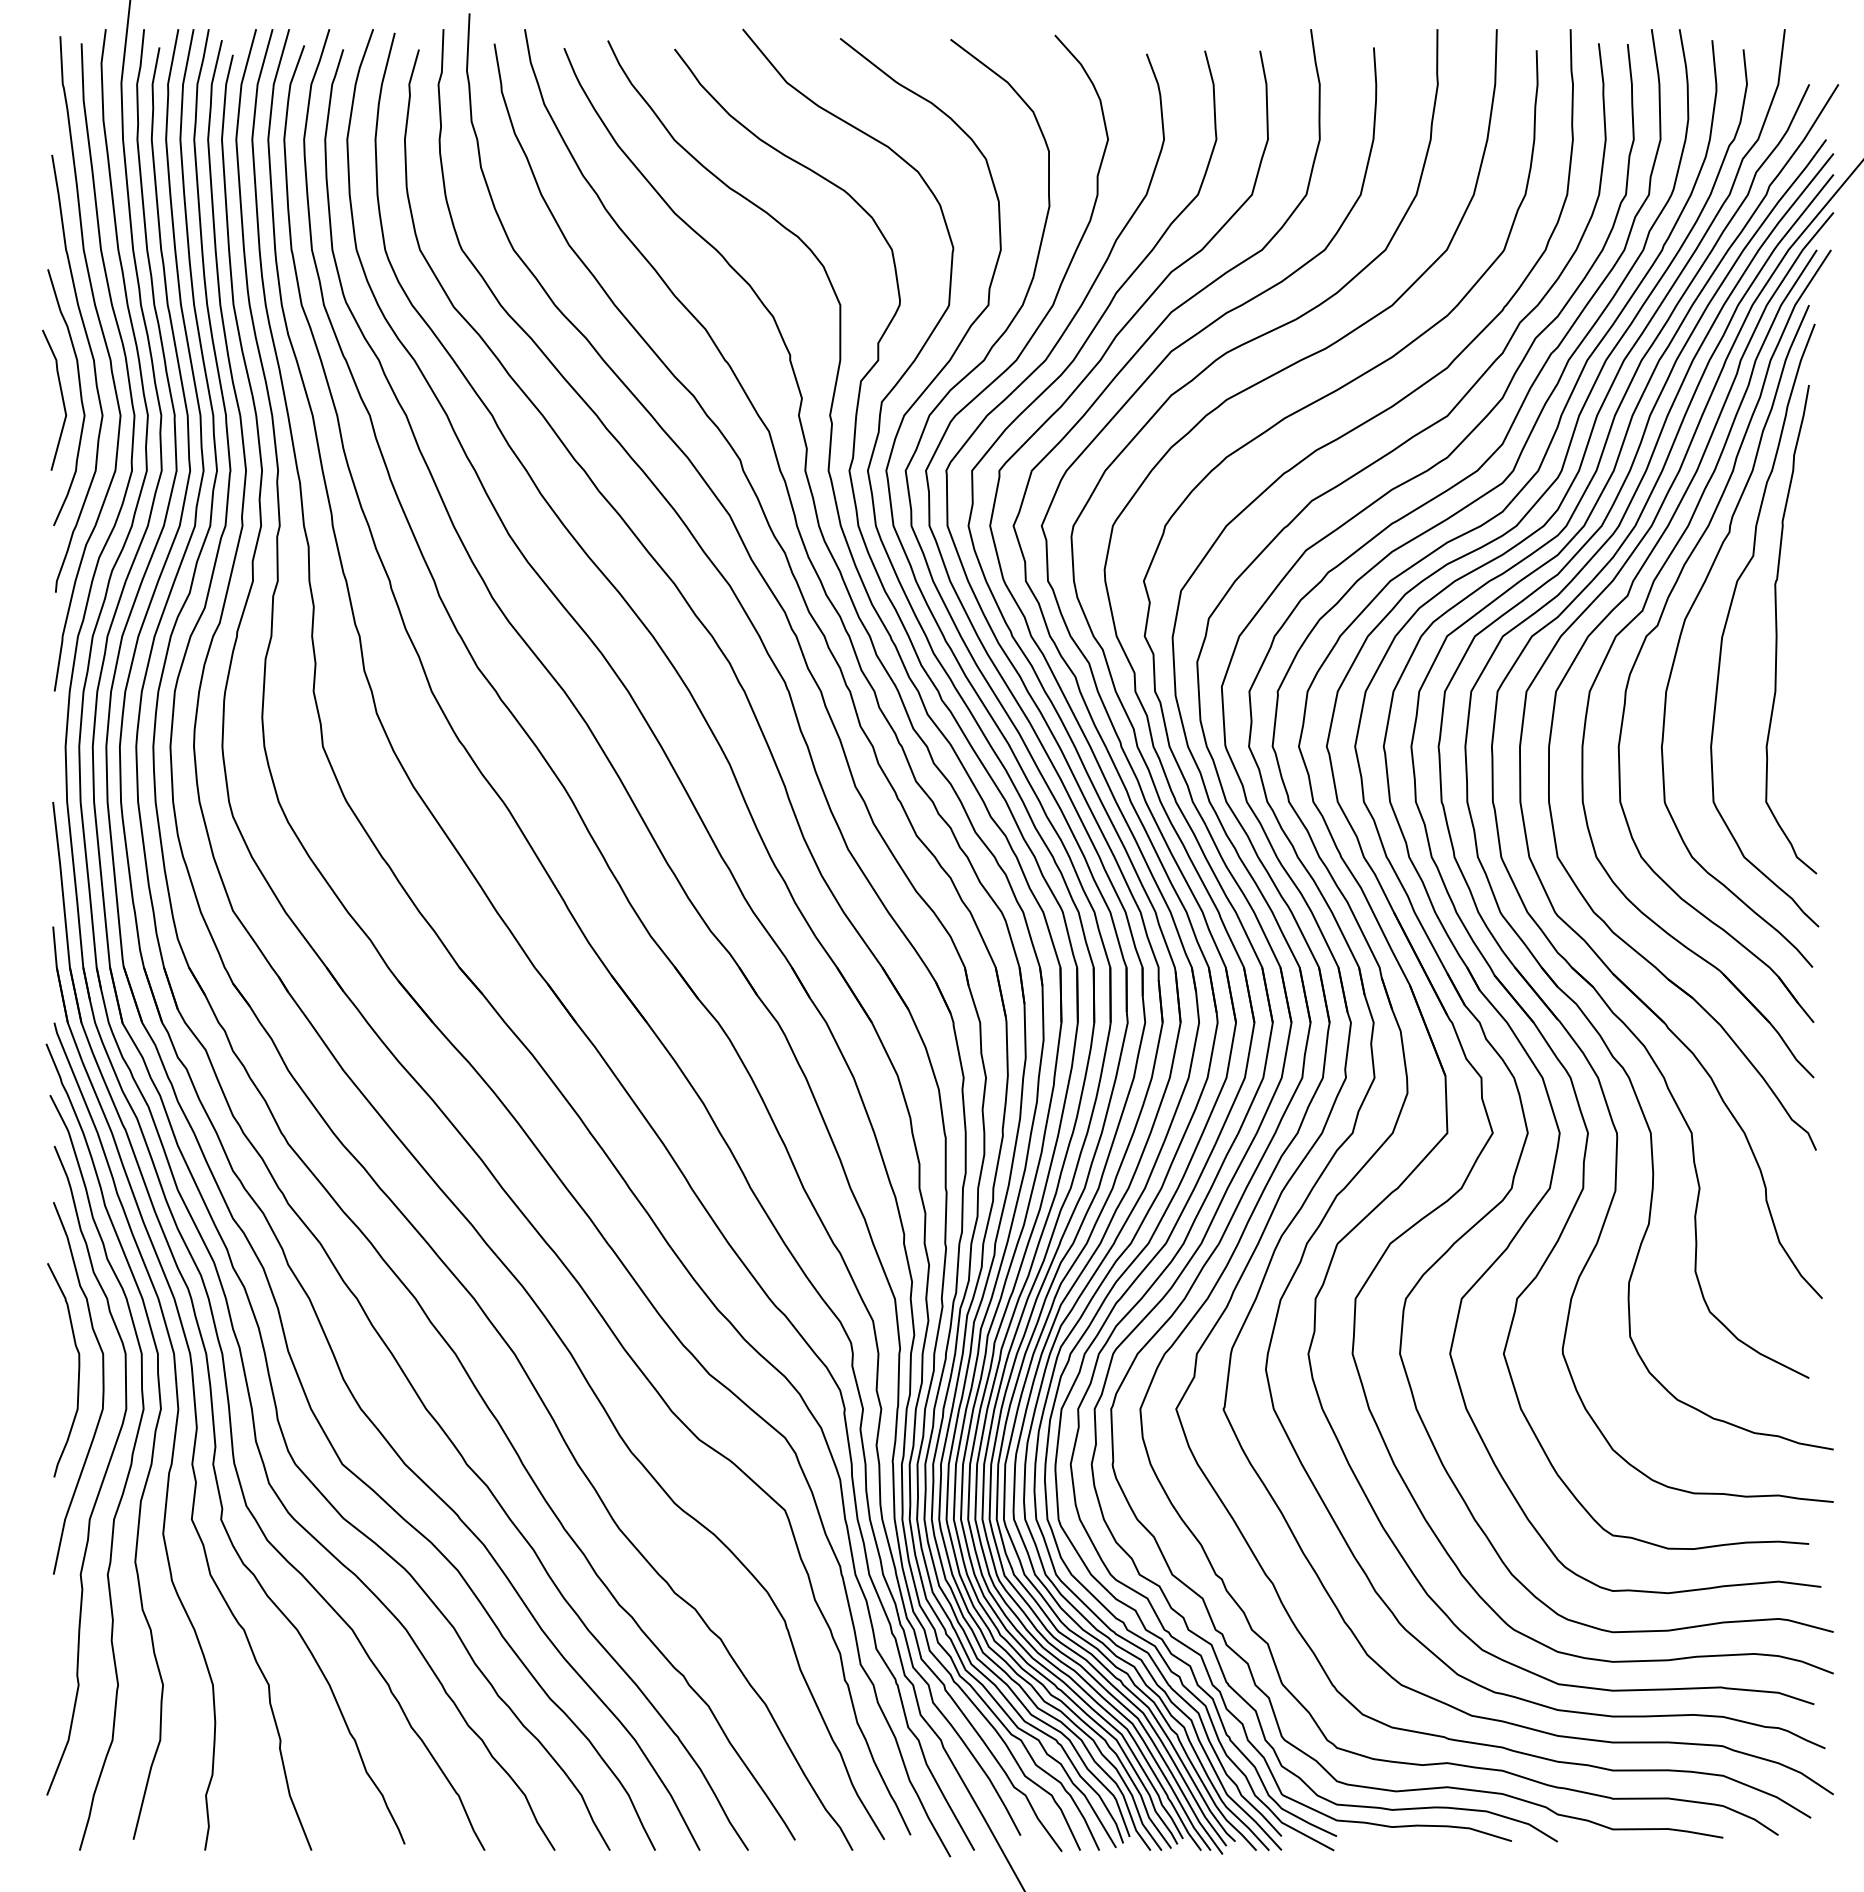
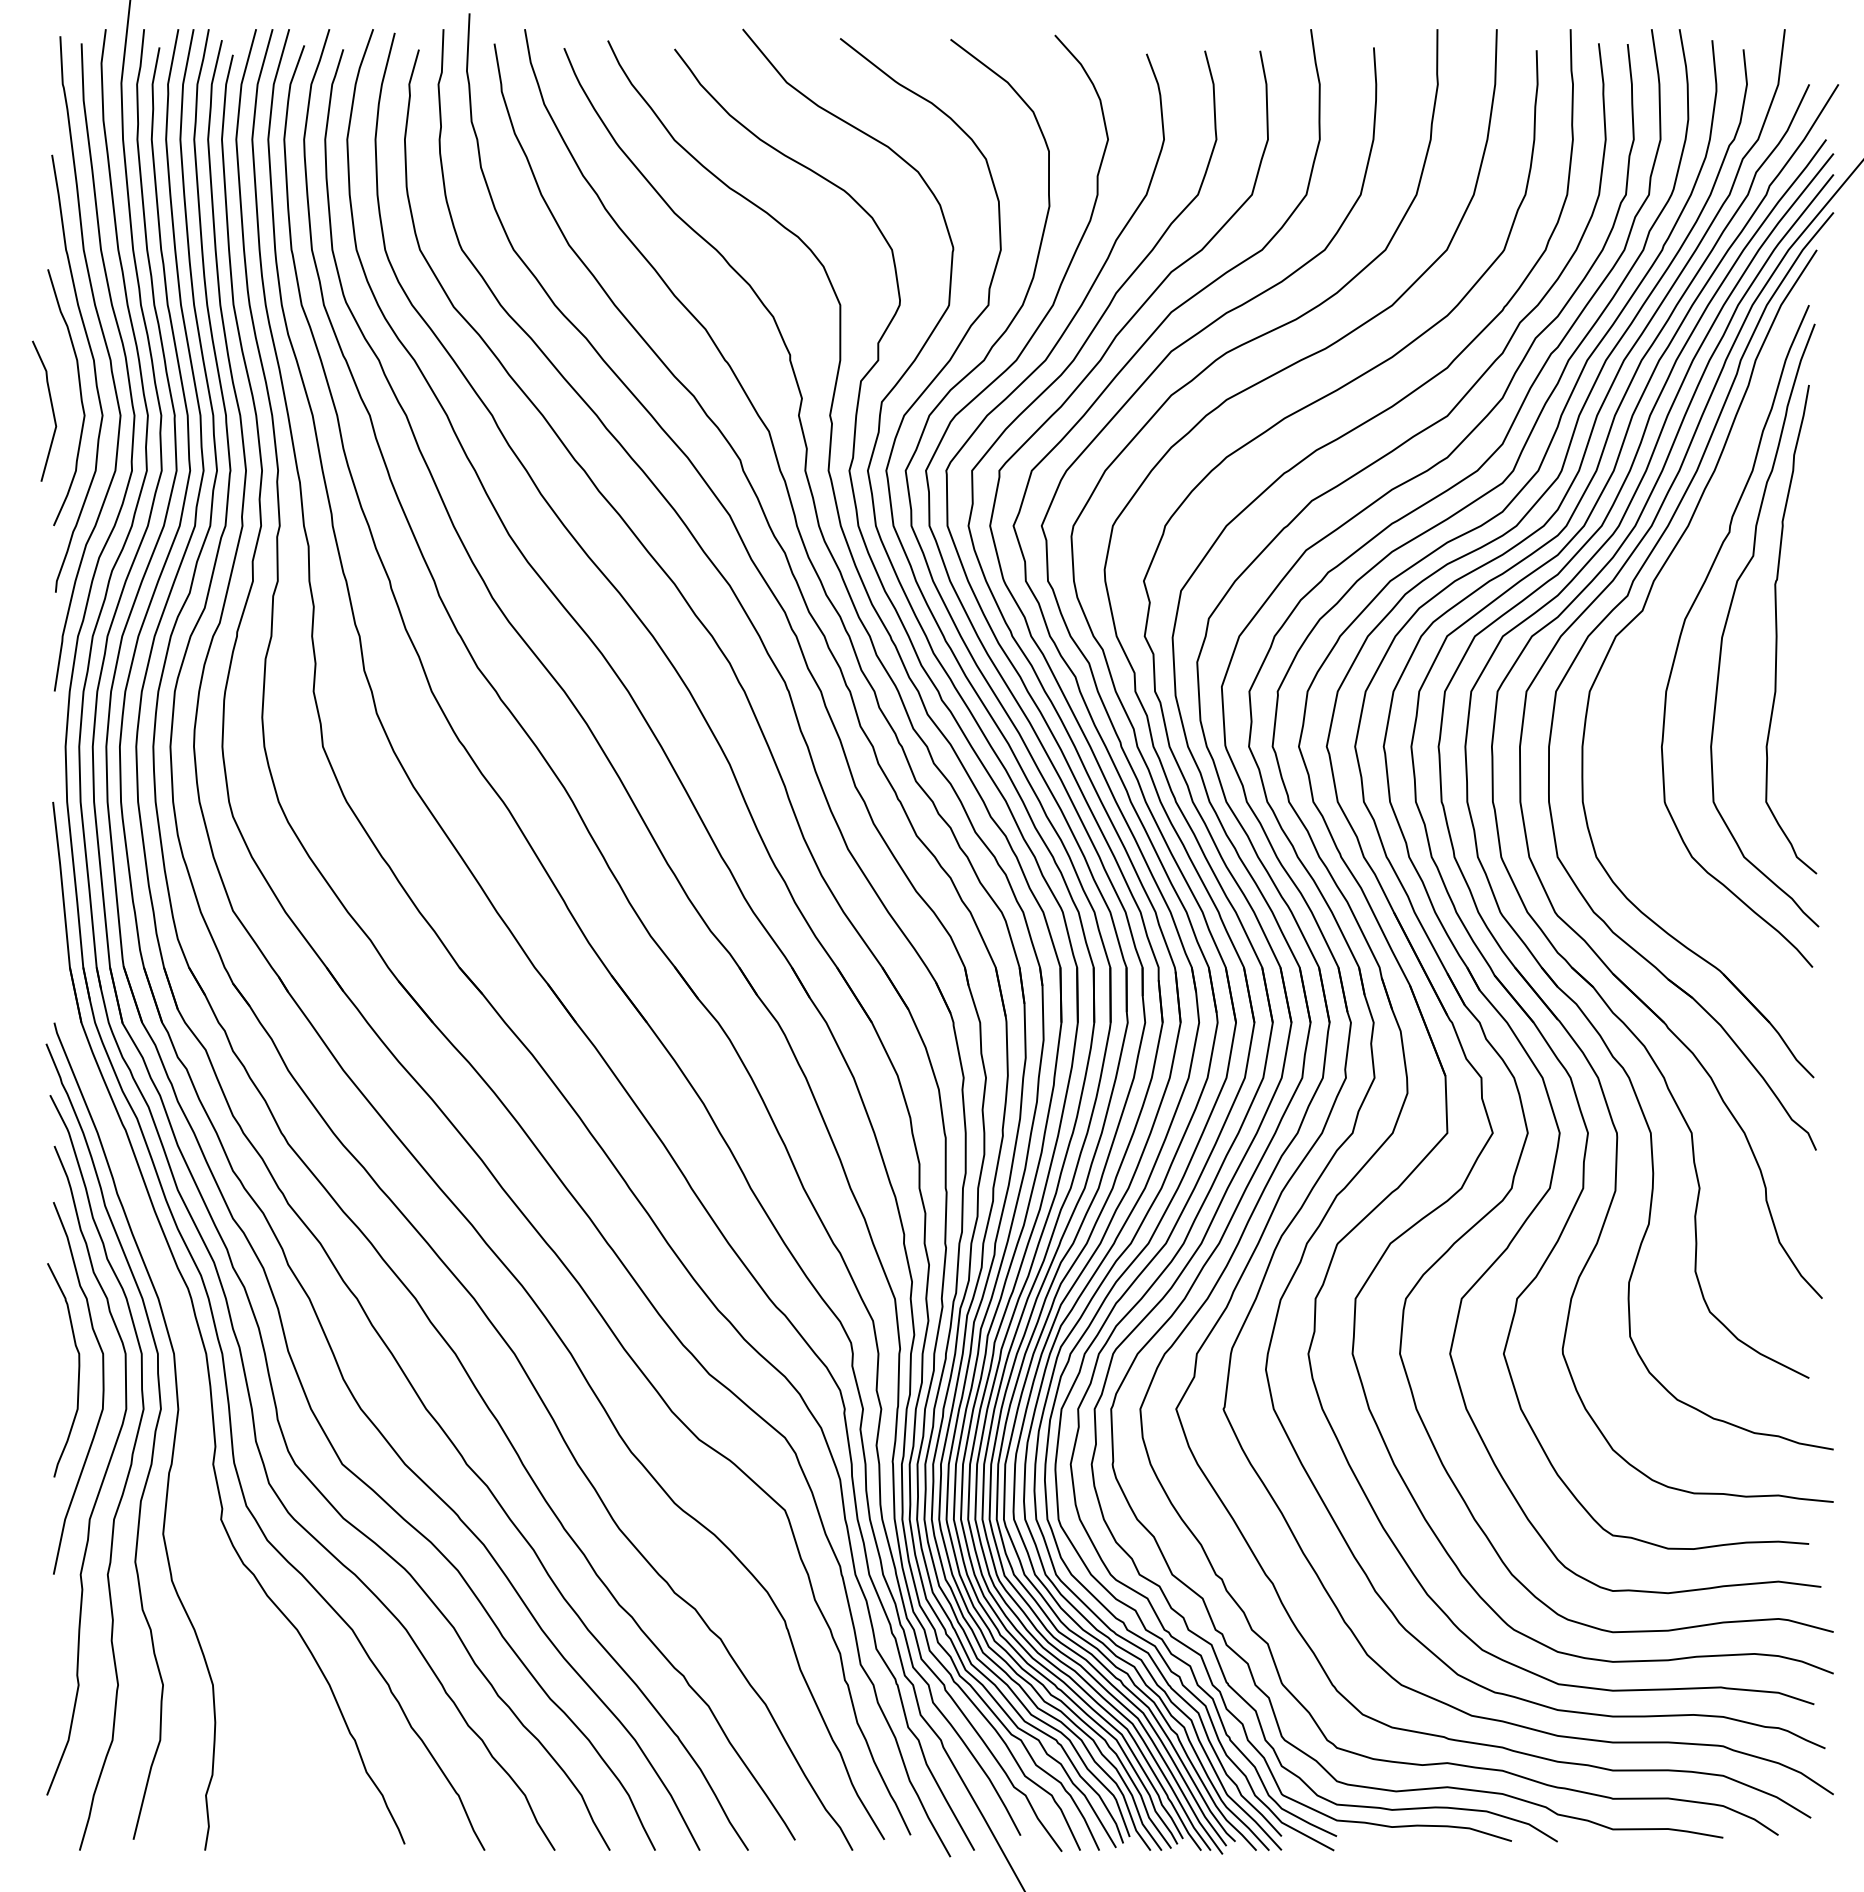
line at (61, 397) position: (61, 397) -> (51, 408)
part at (1663, 613): present -> none
part at (192, 1388): present -> none
